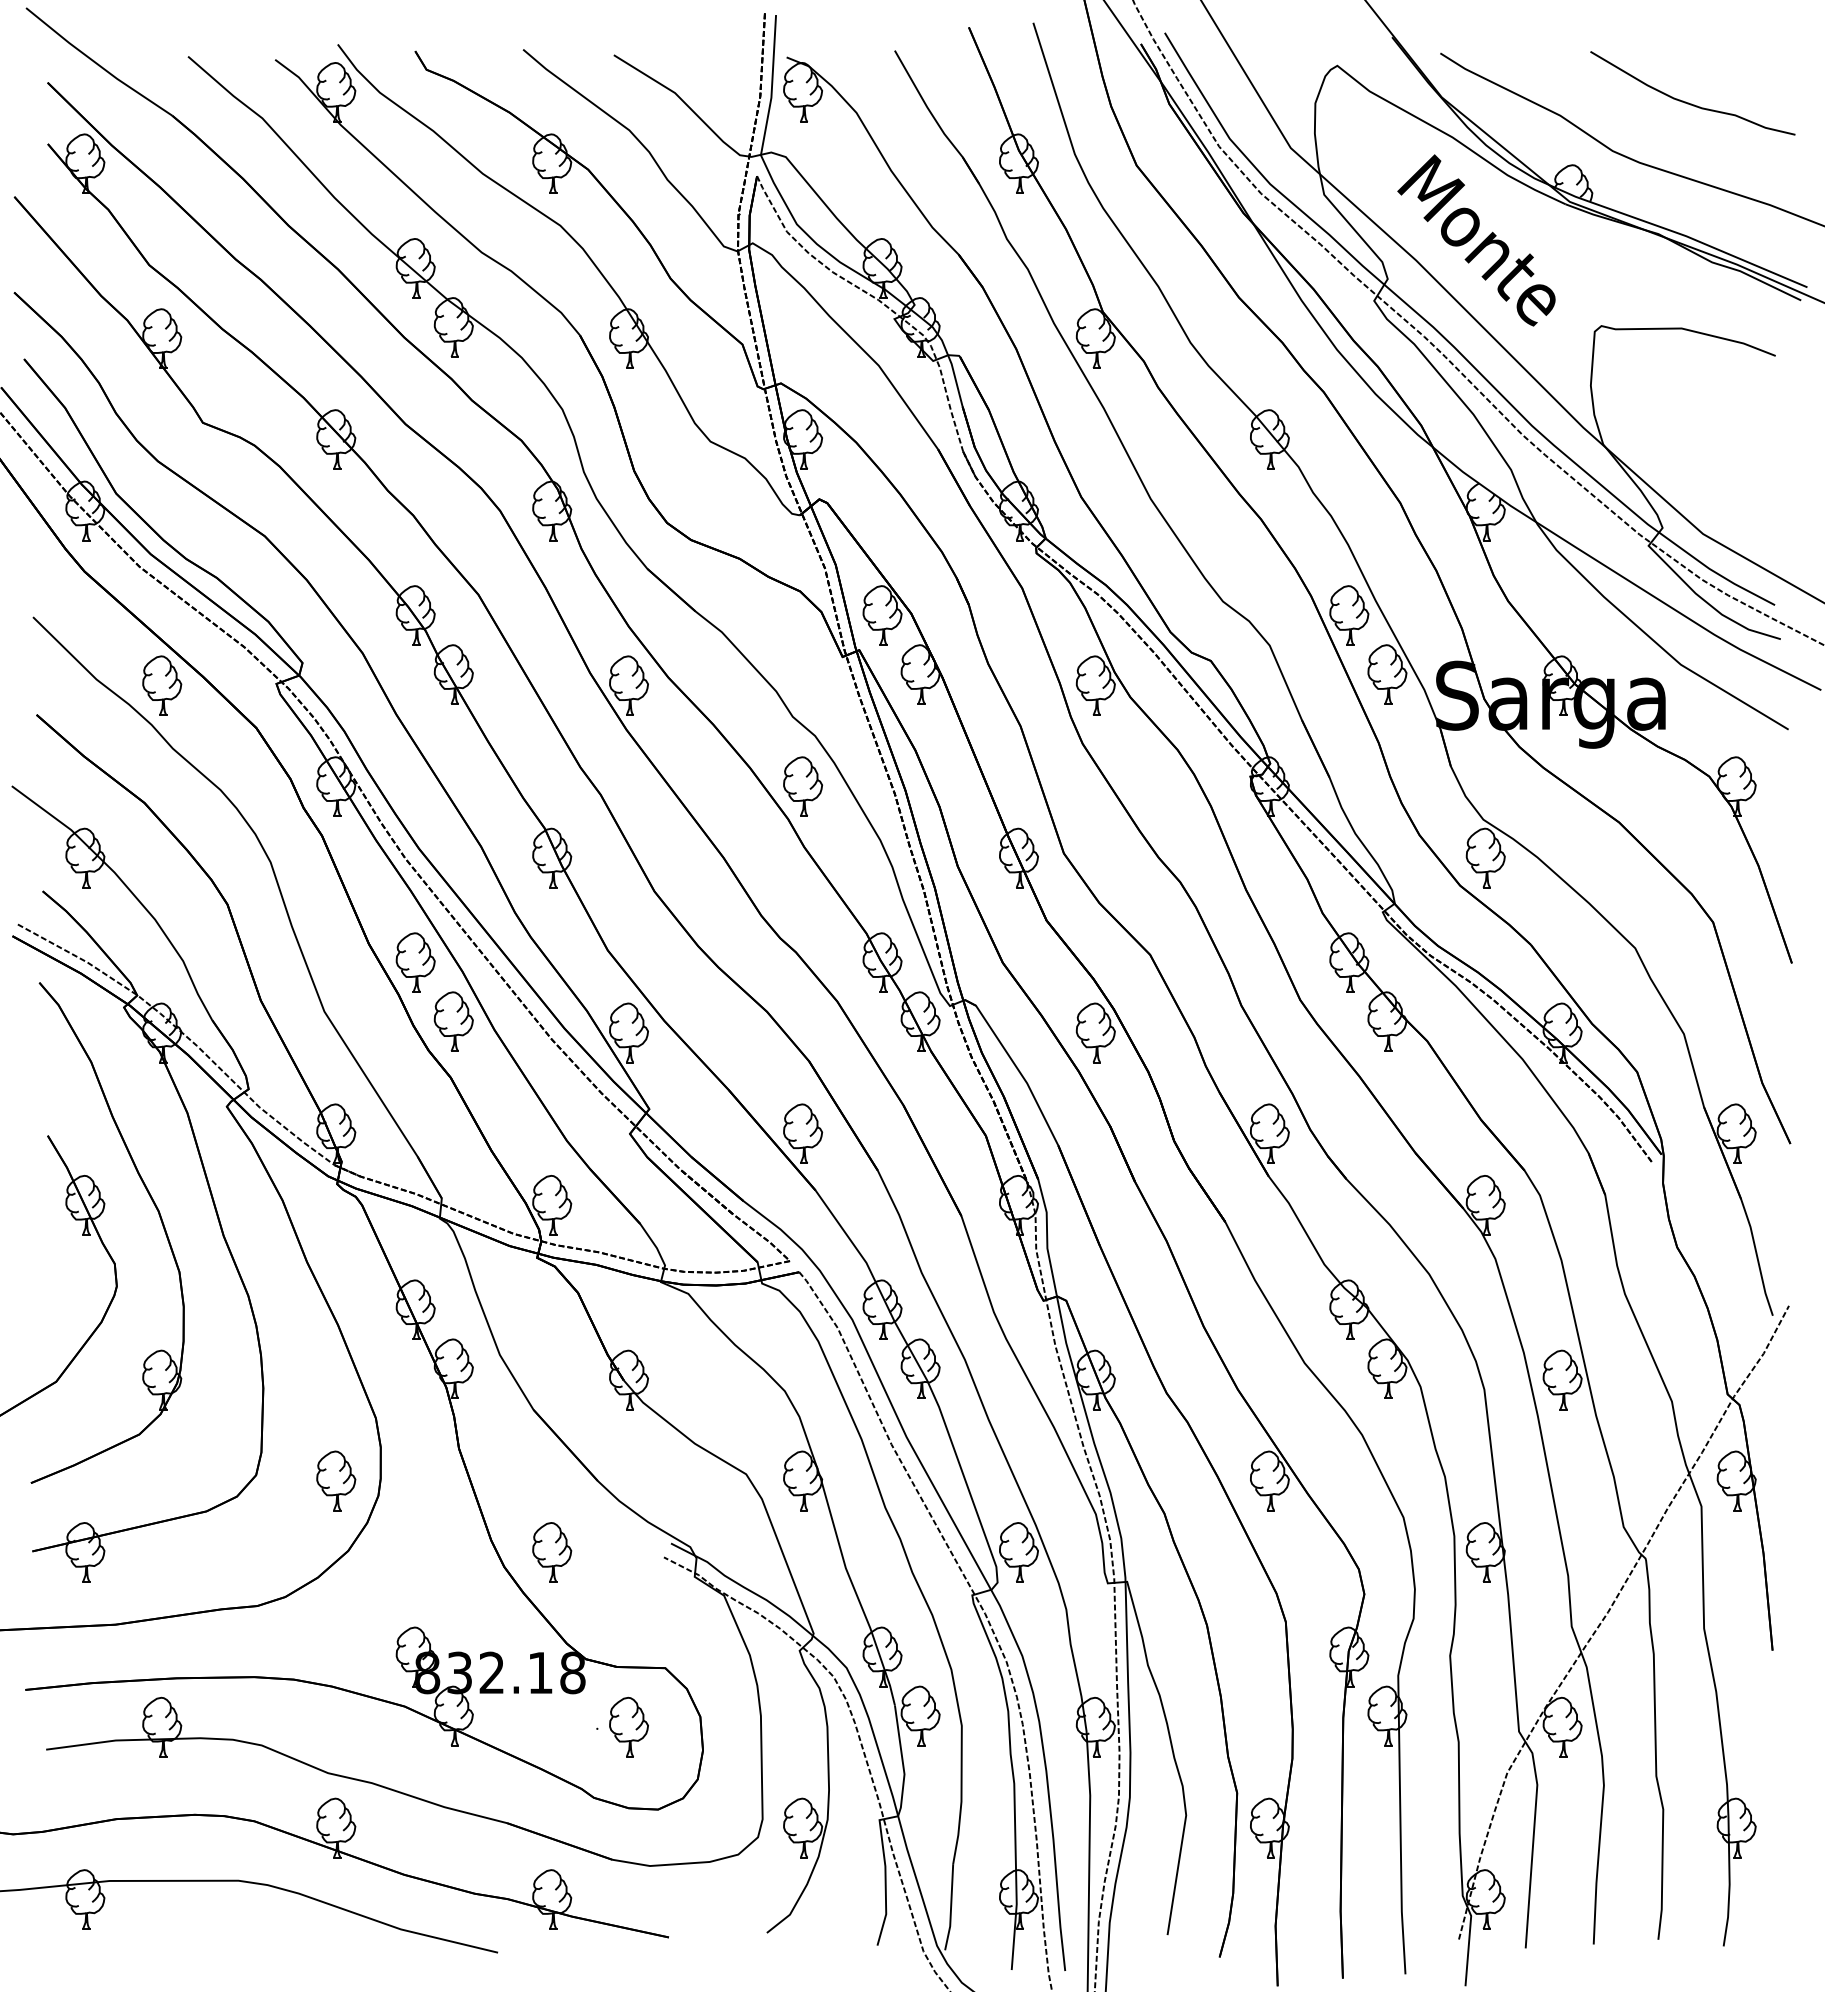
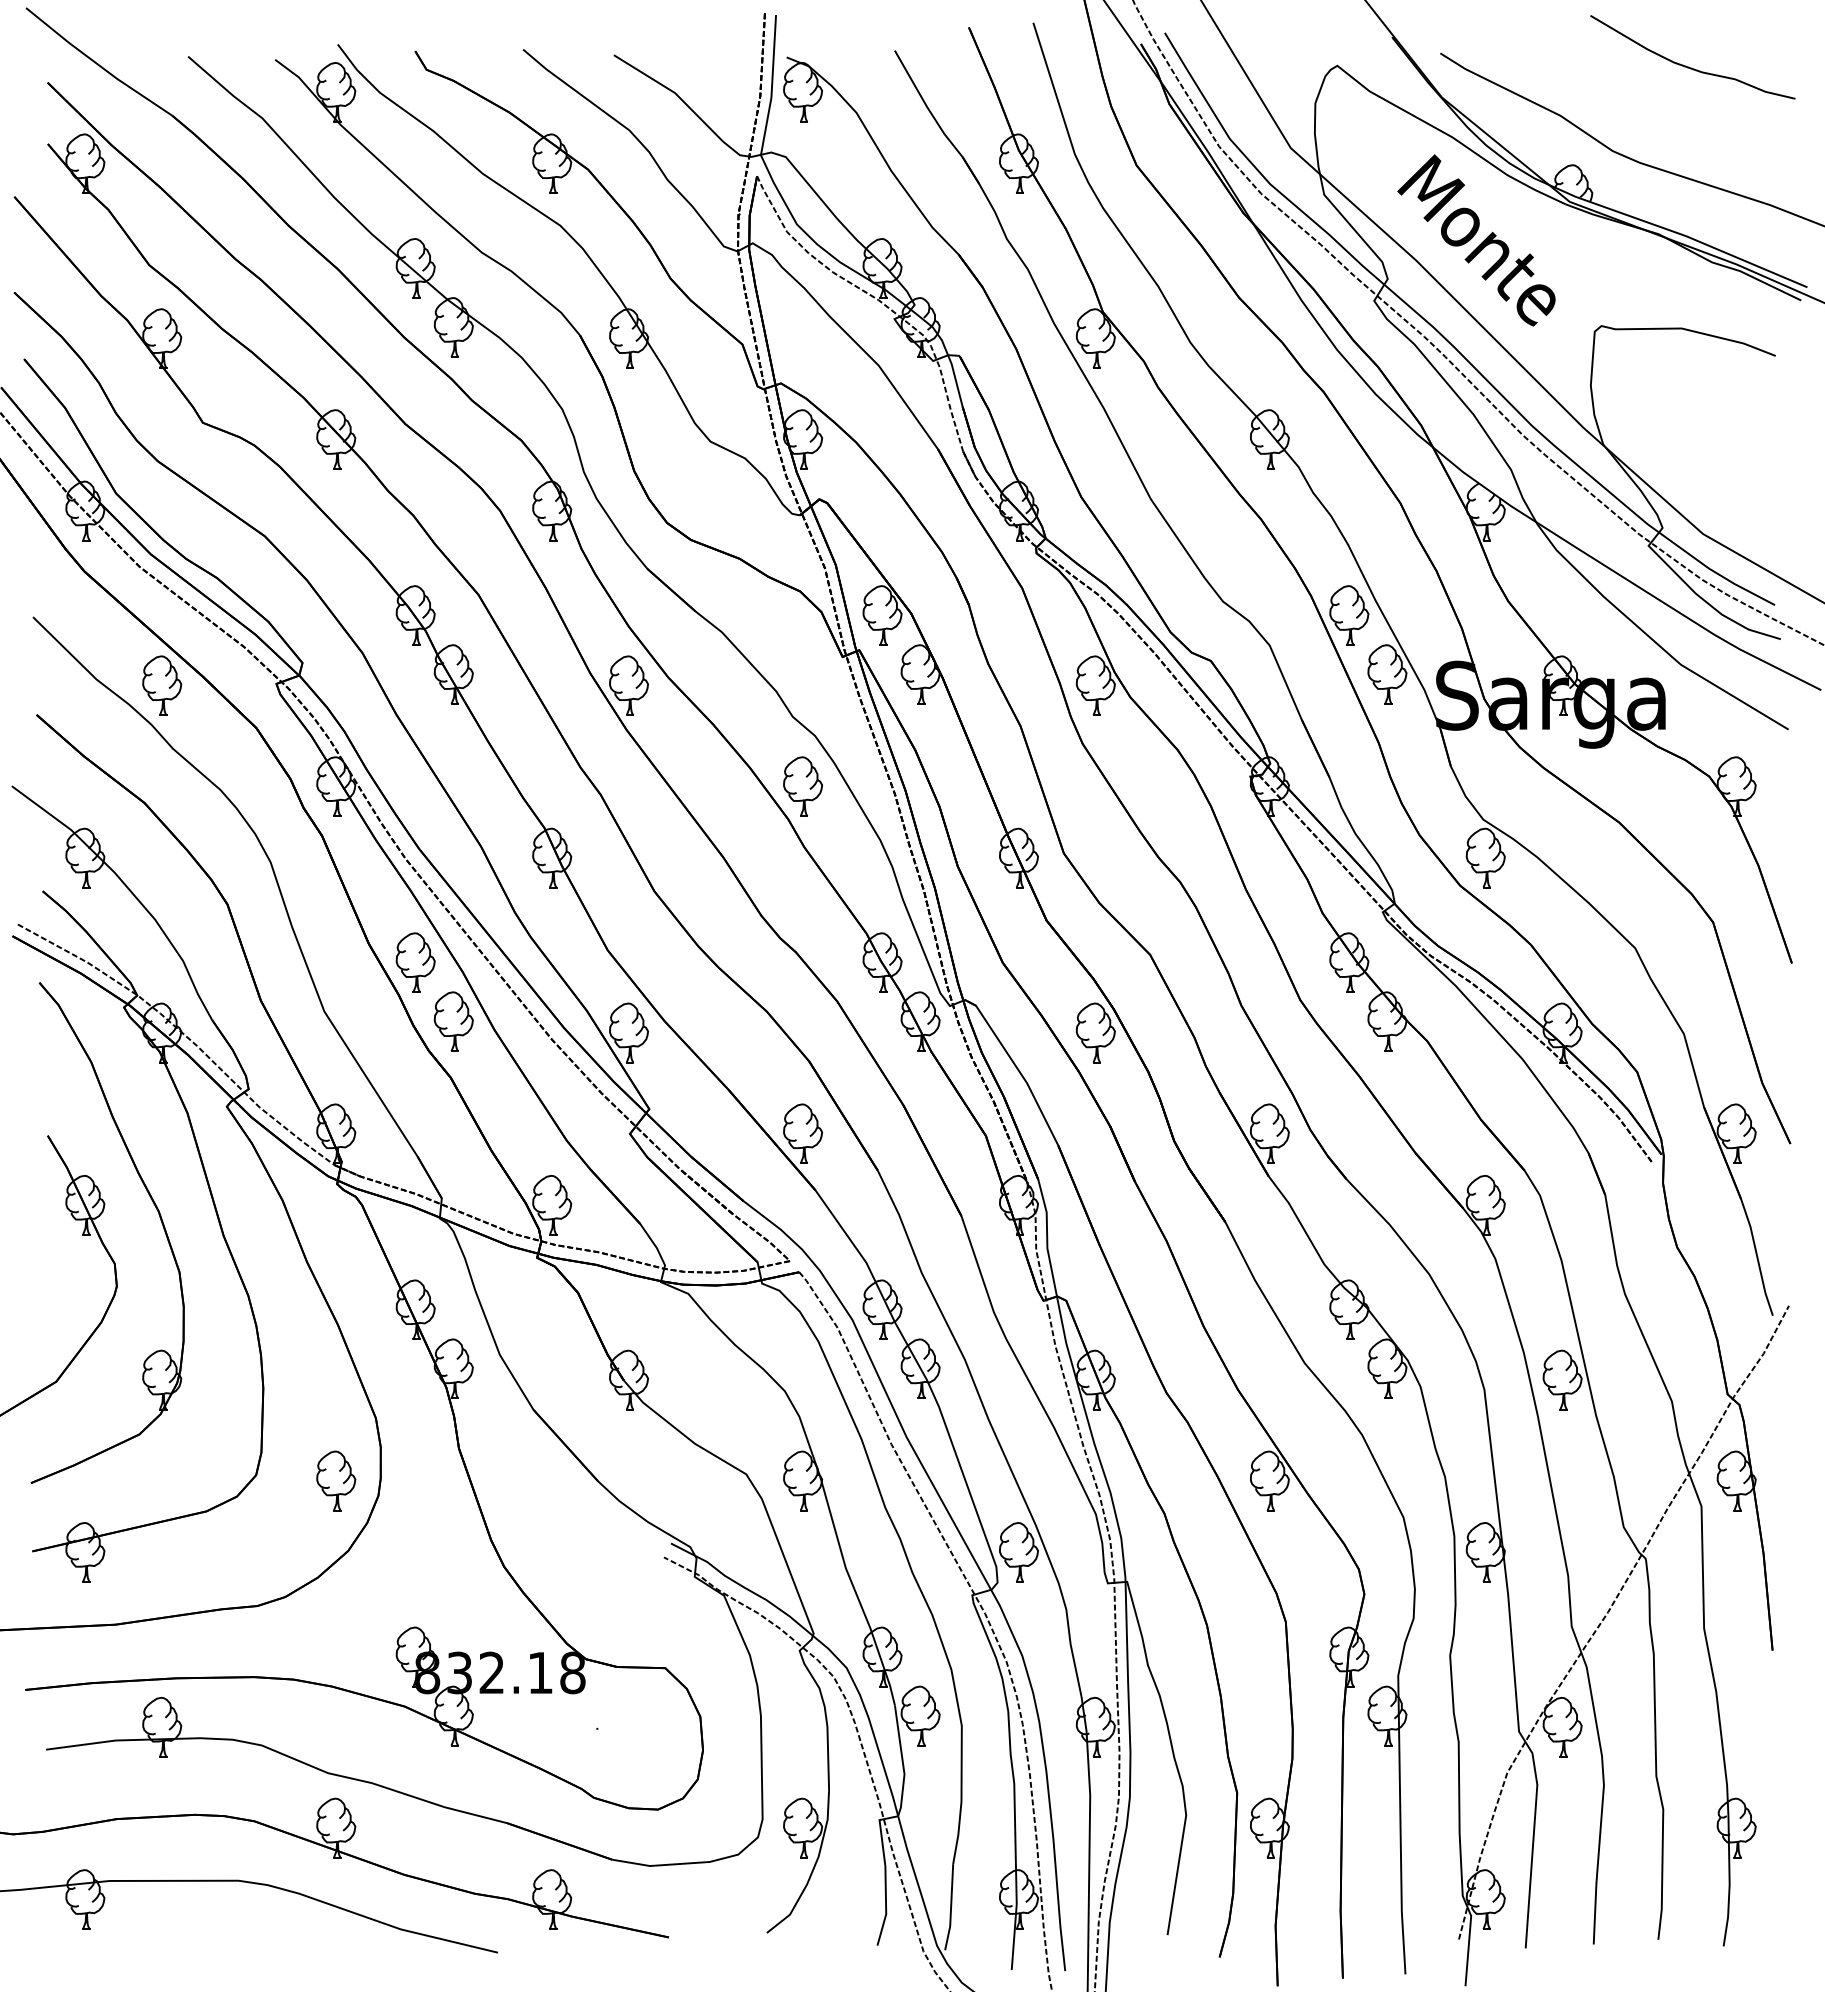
curve at (1688, 102) position: (1688, 102) -> (1688, 66)
part at (552, 1552): present -> none
part at (628, 1726): present -> none
